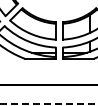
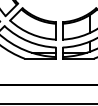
line at (48, 103): dashed -> solid
